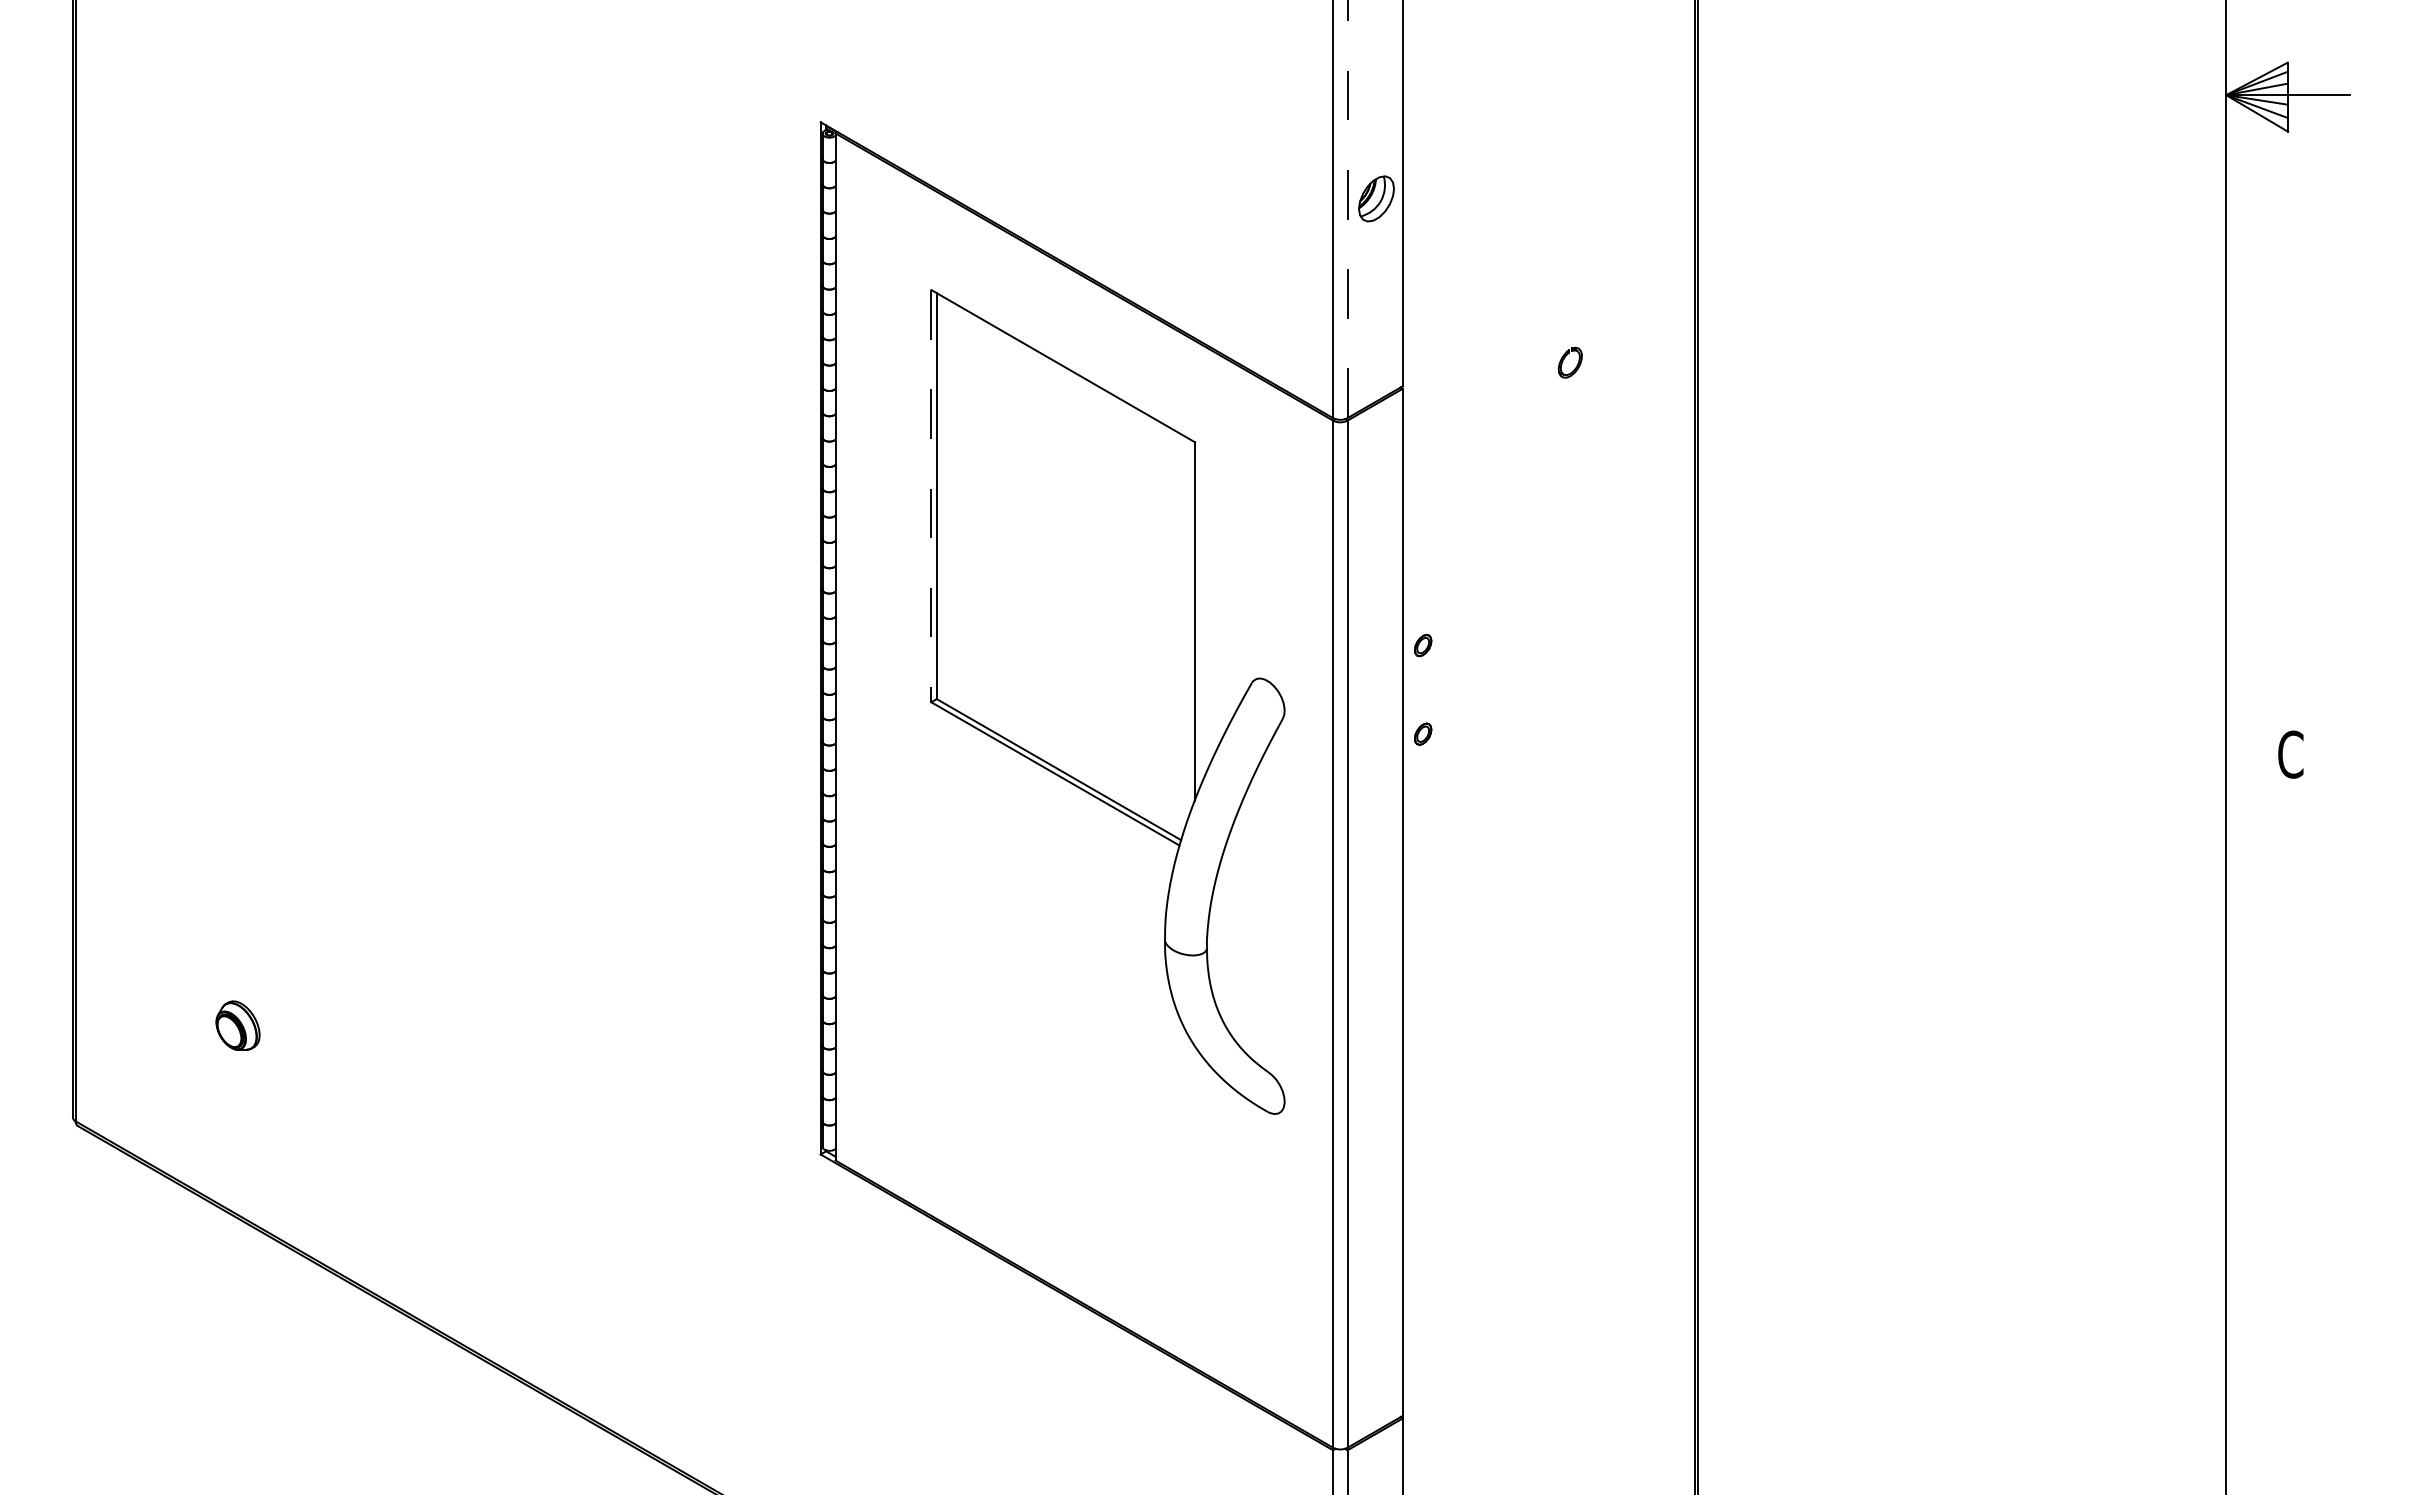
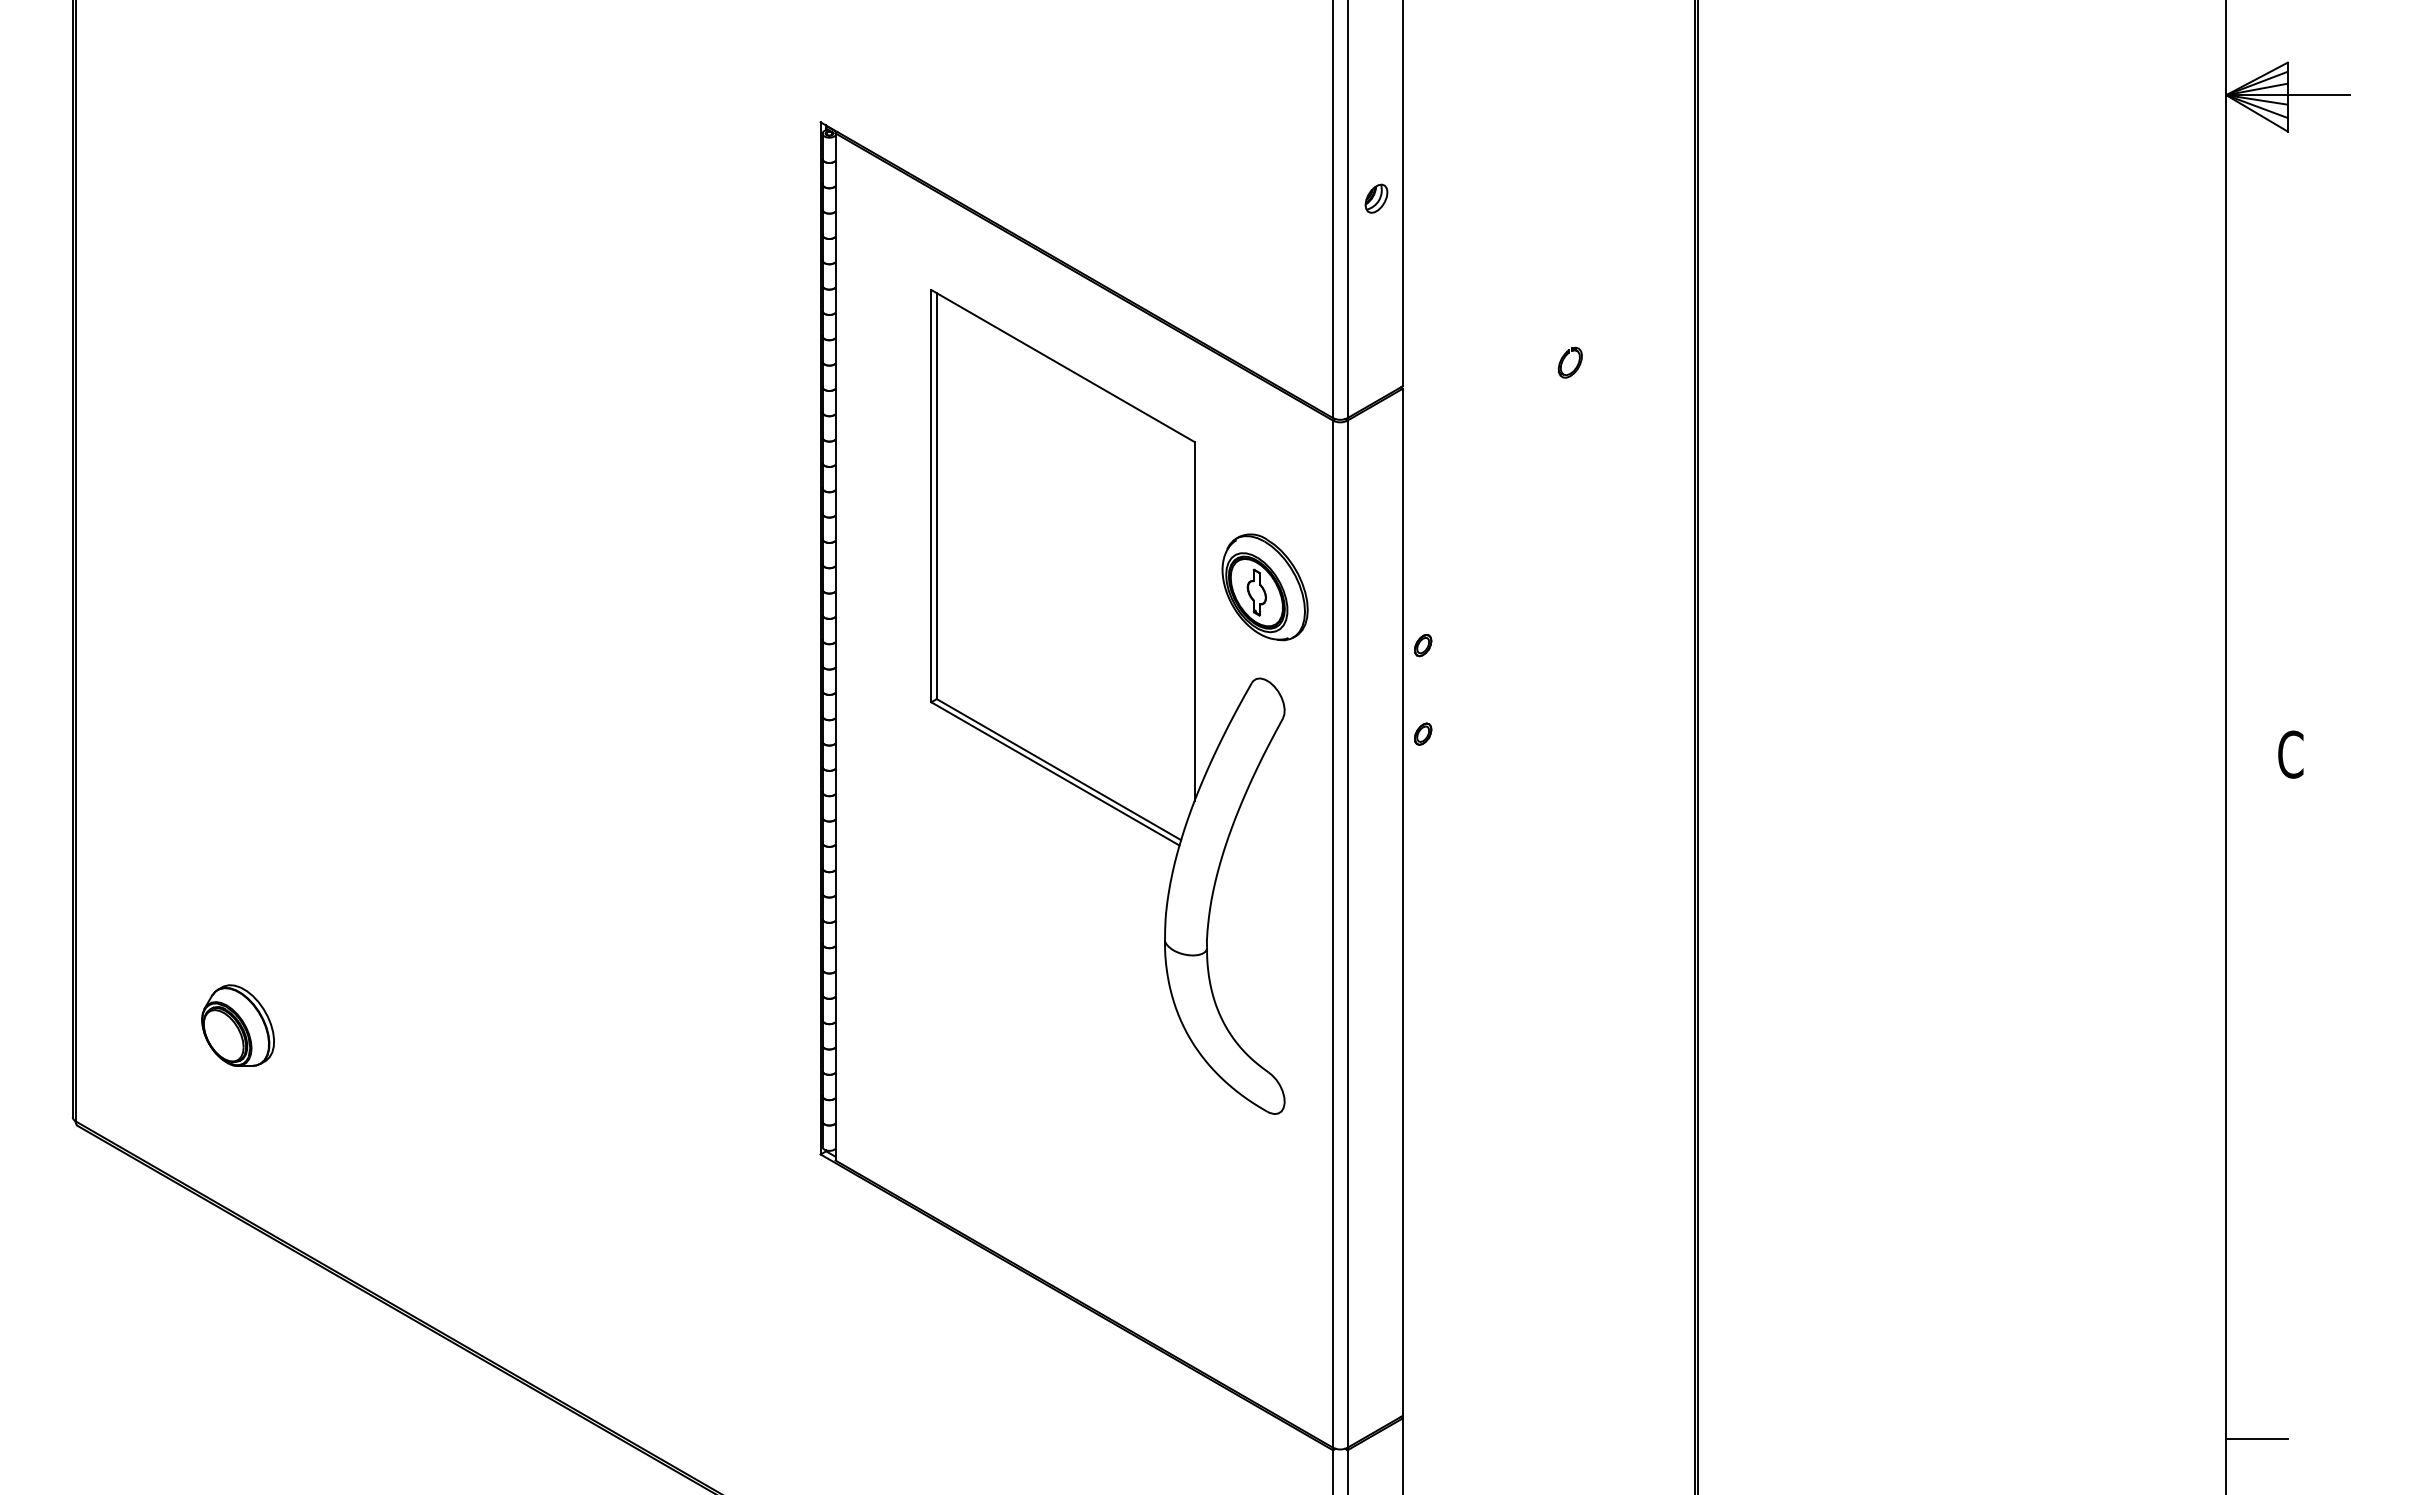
part at (1376, 198) size: 37x48 px -> 25x31 px
line at (1347, 209): dashed -> solid
line at (931, 496): dashed -> solid
part at (1264, 587): none -> present
part at (237, 1025) size: 46x51 px -> 74x83 px
line at (2257, 1439): none -> present
